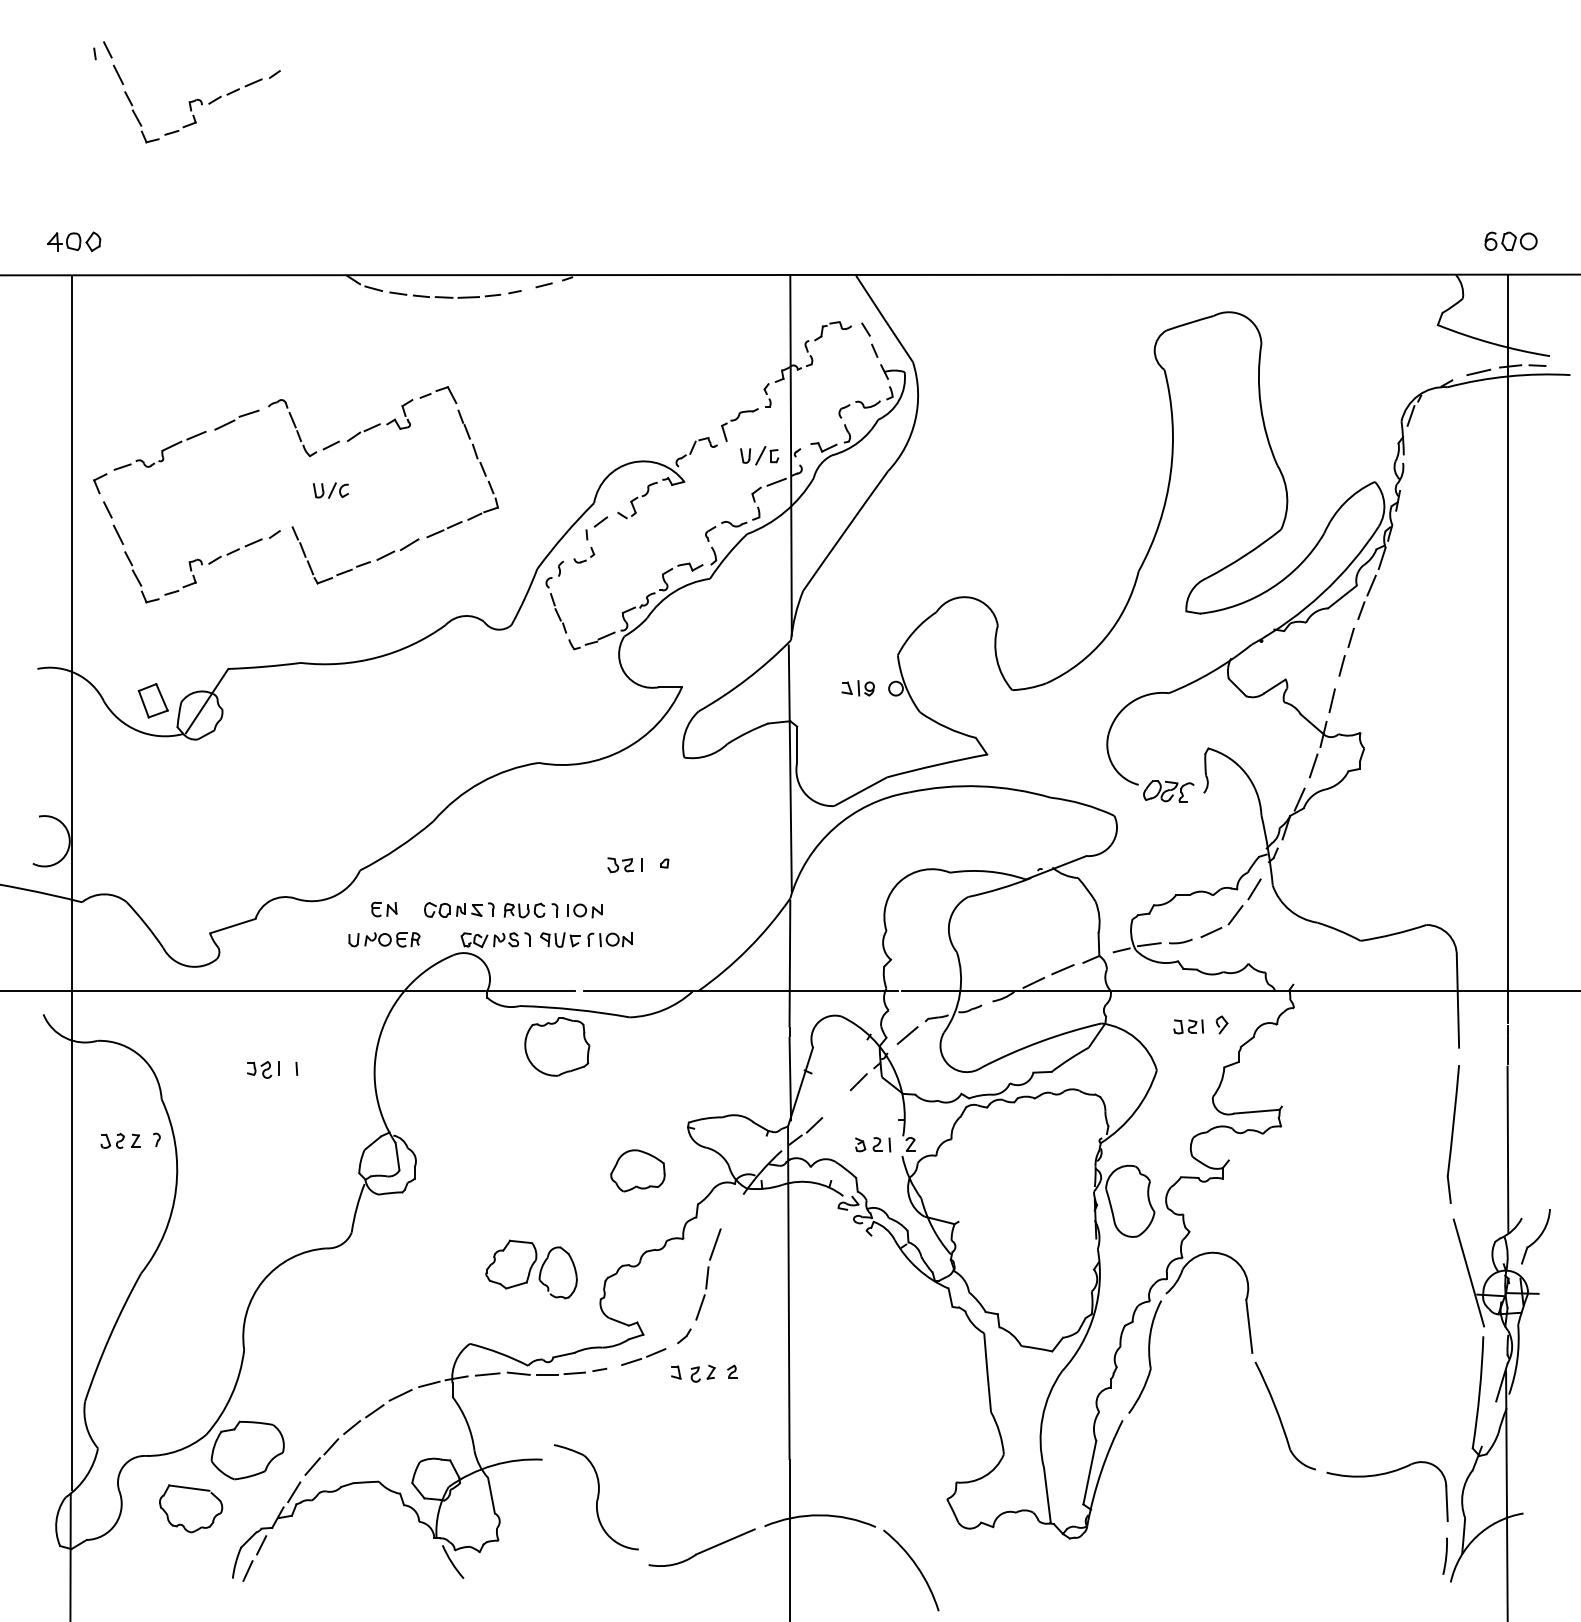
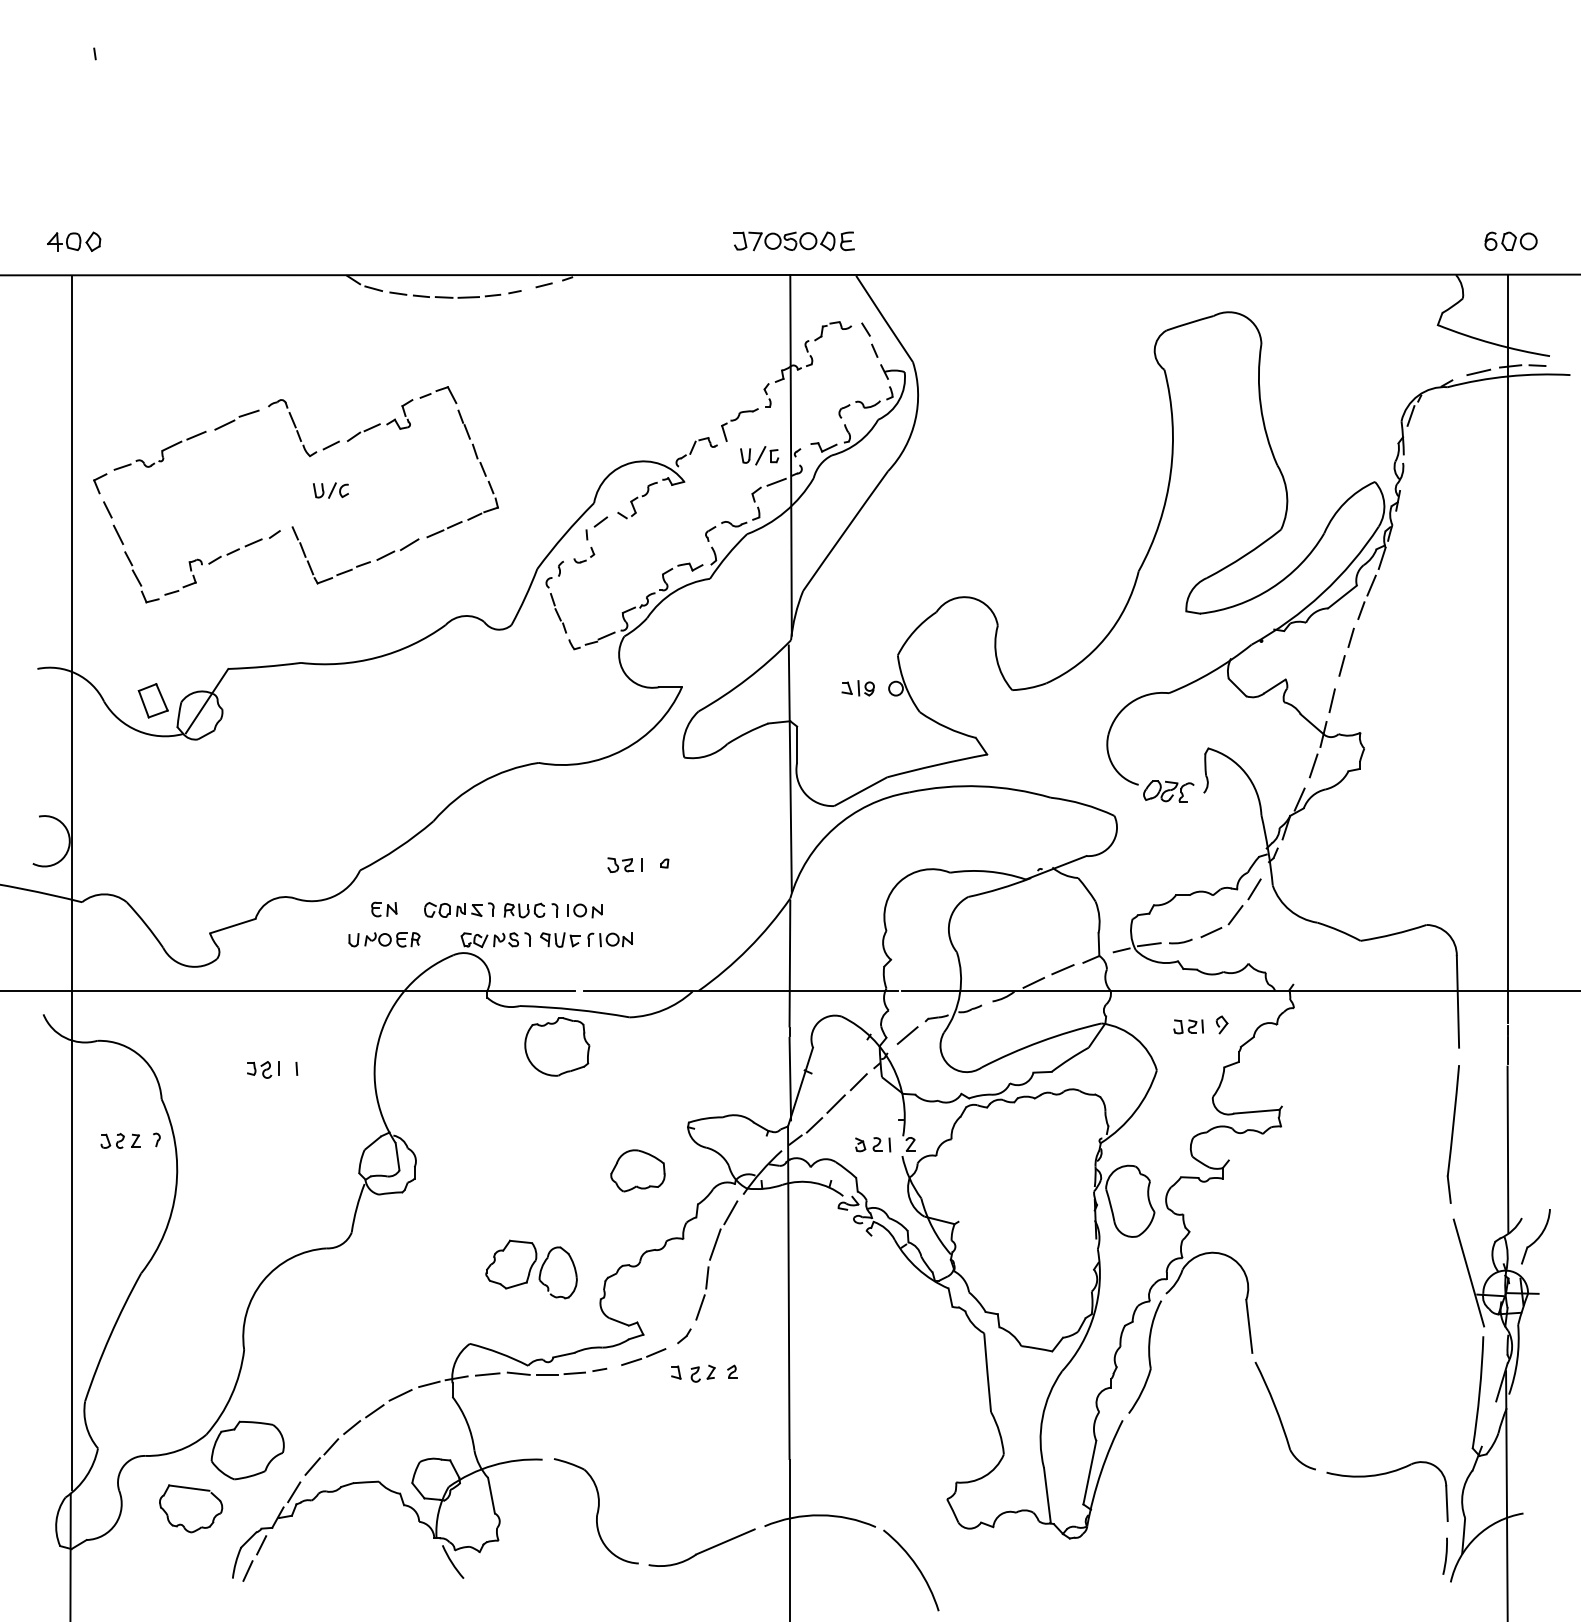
part at (195, 99): present -> none
part at (793, 241): none -> present
line at (835, 1103): none -> present
line at (730, 1212): none -> present
part at (596, 1497) position: (596, 1497) -> (596, 1511)
